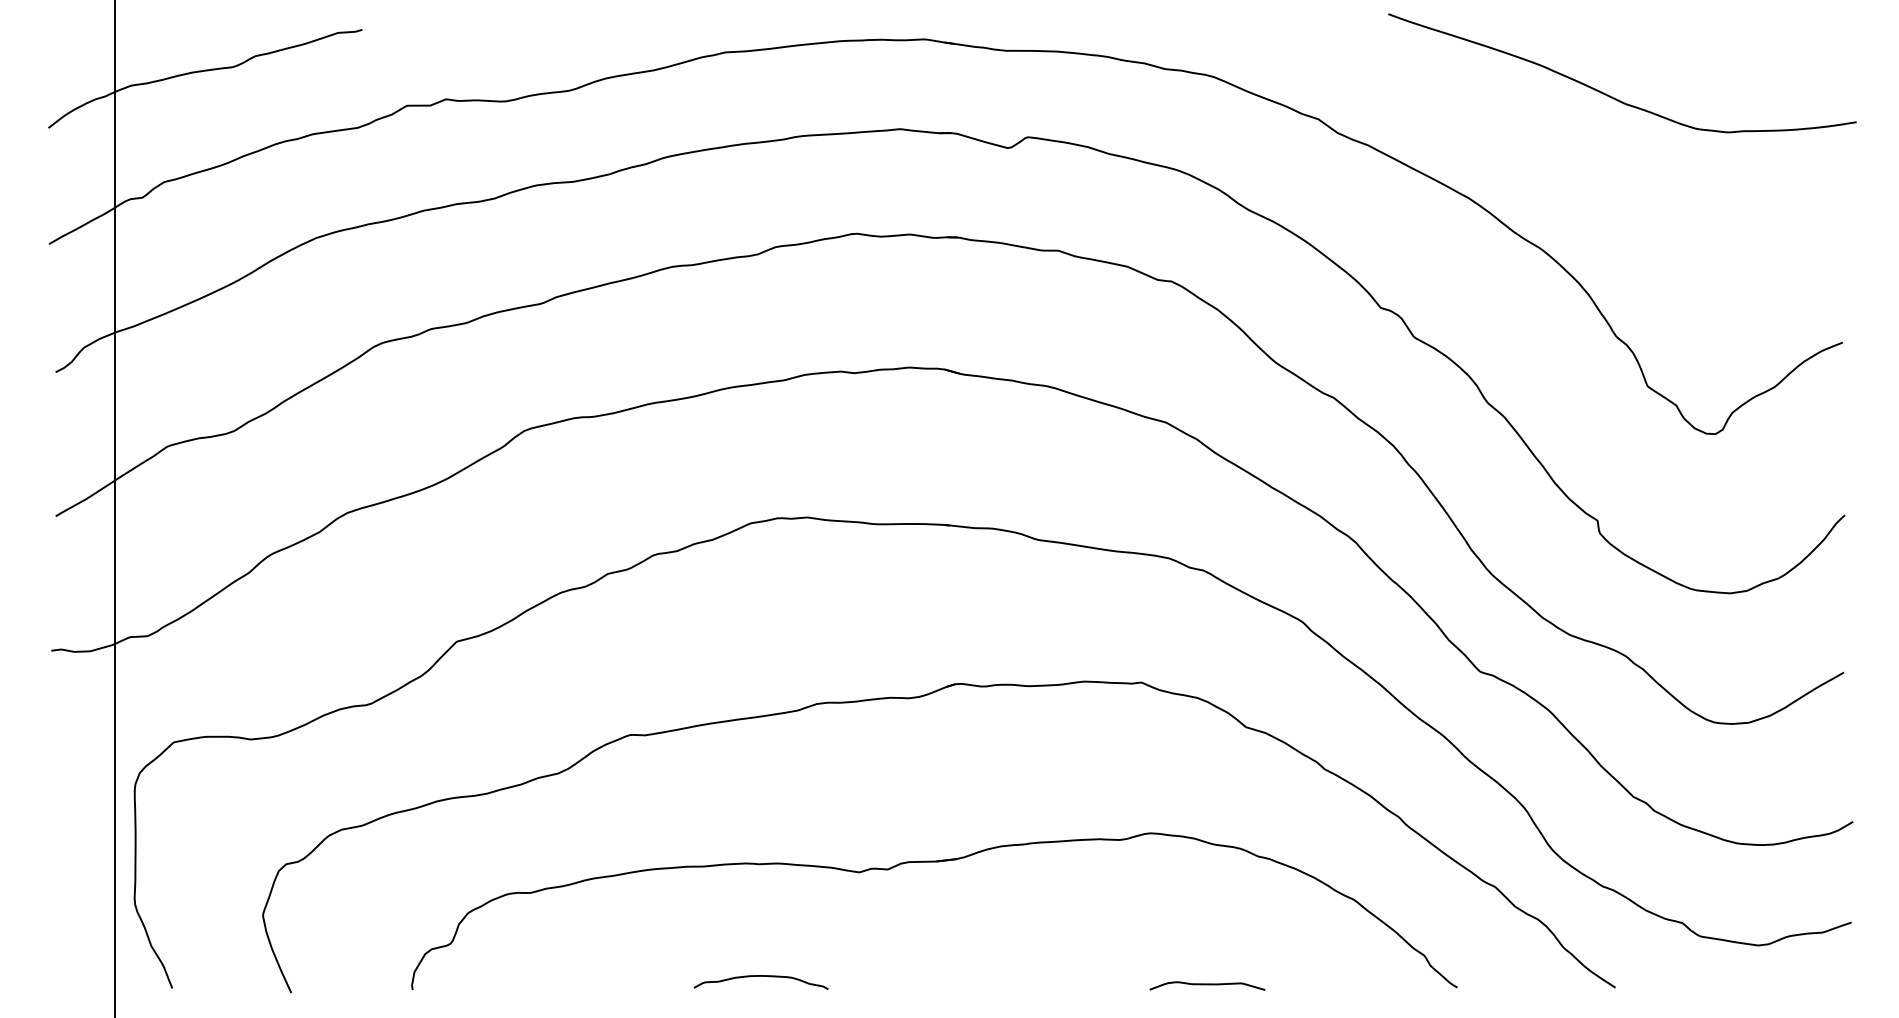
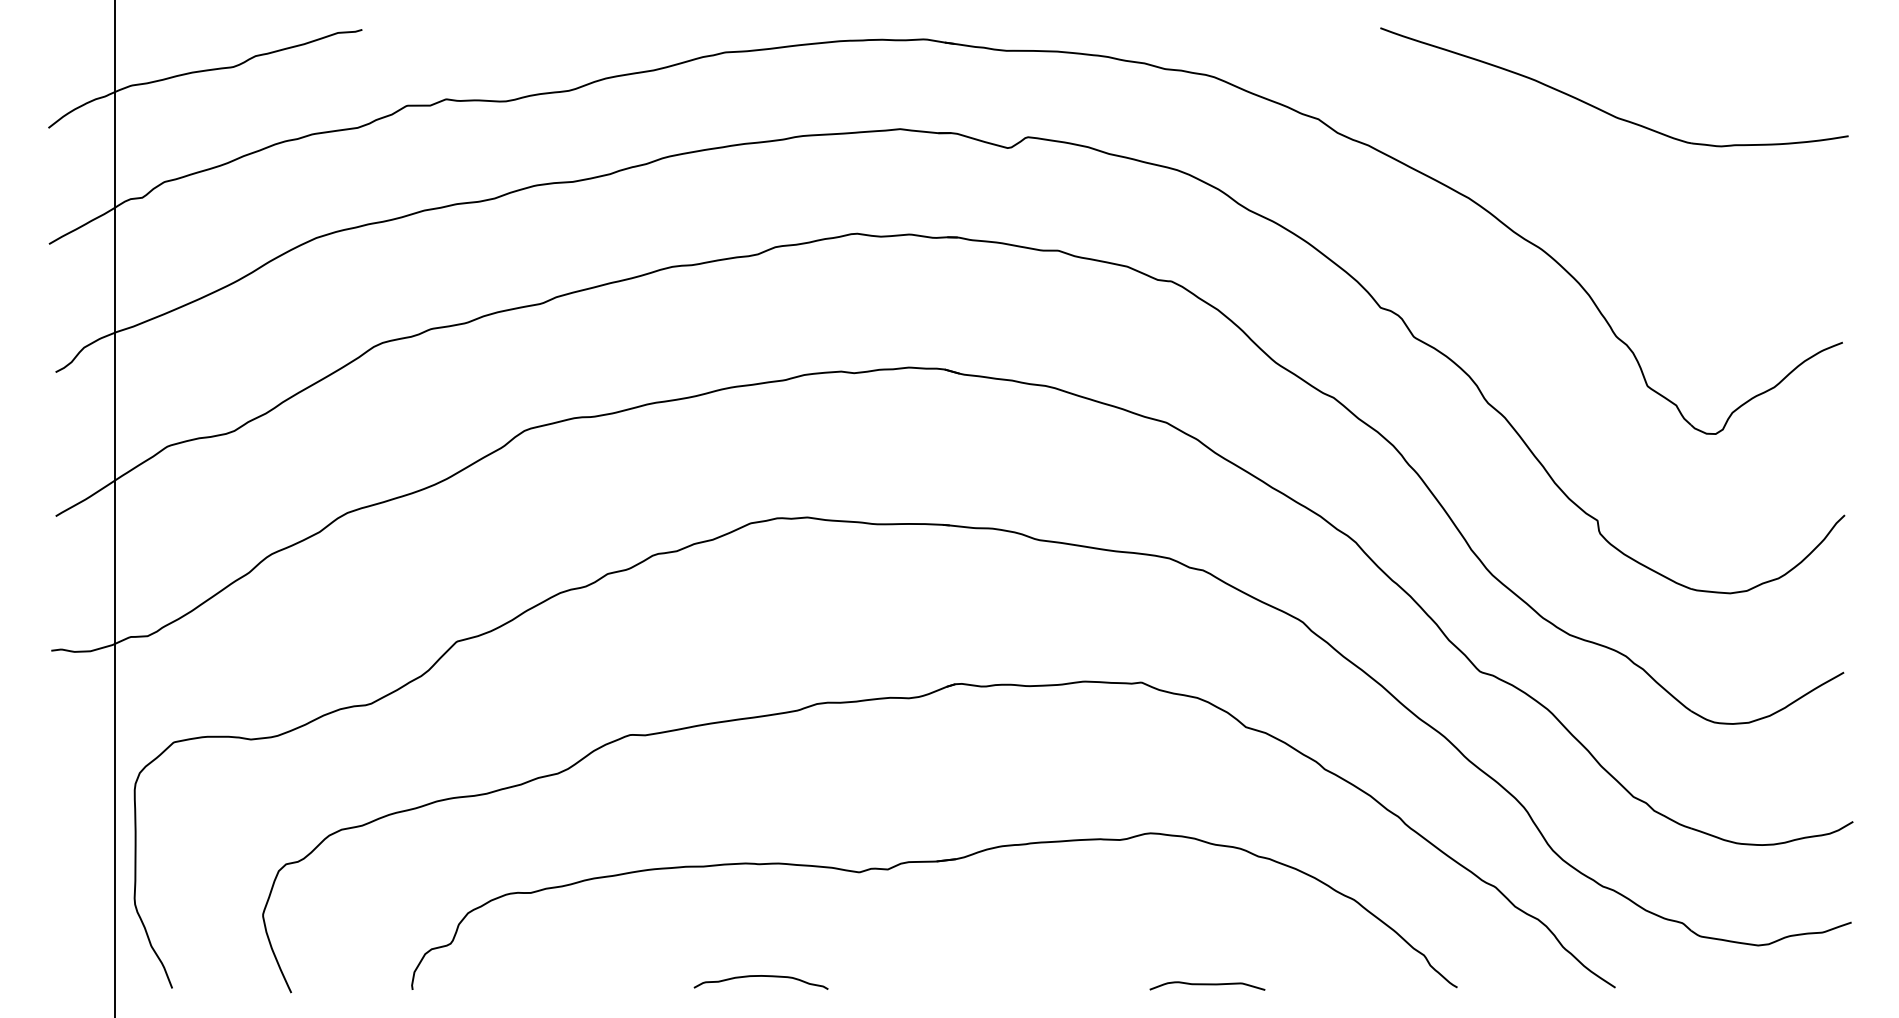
part at (1610, 95) position: (1610, 95) -> (1602, 109)
